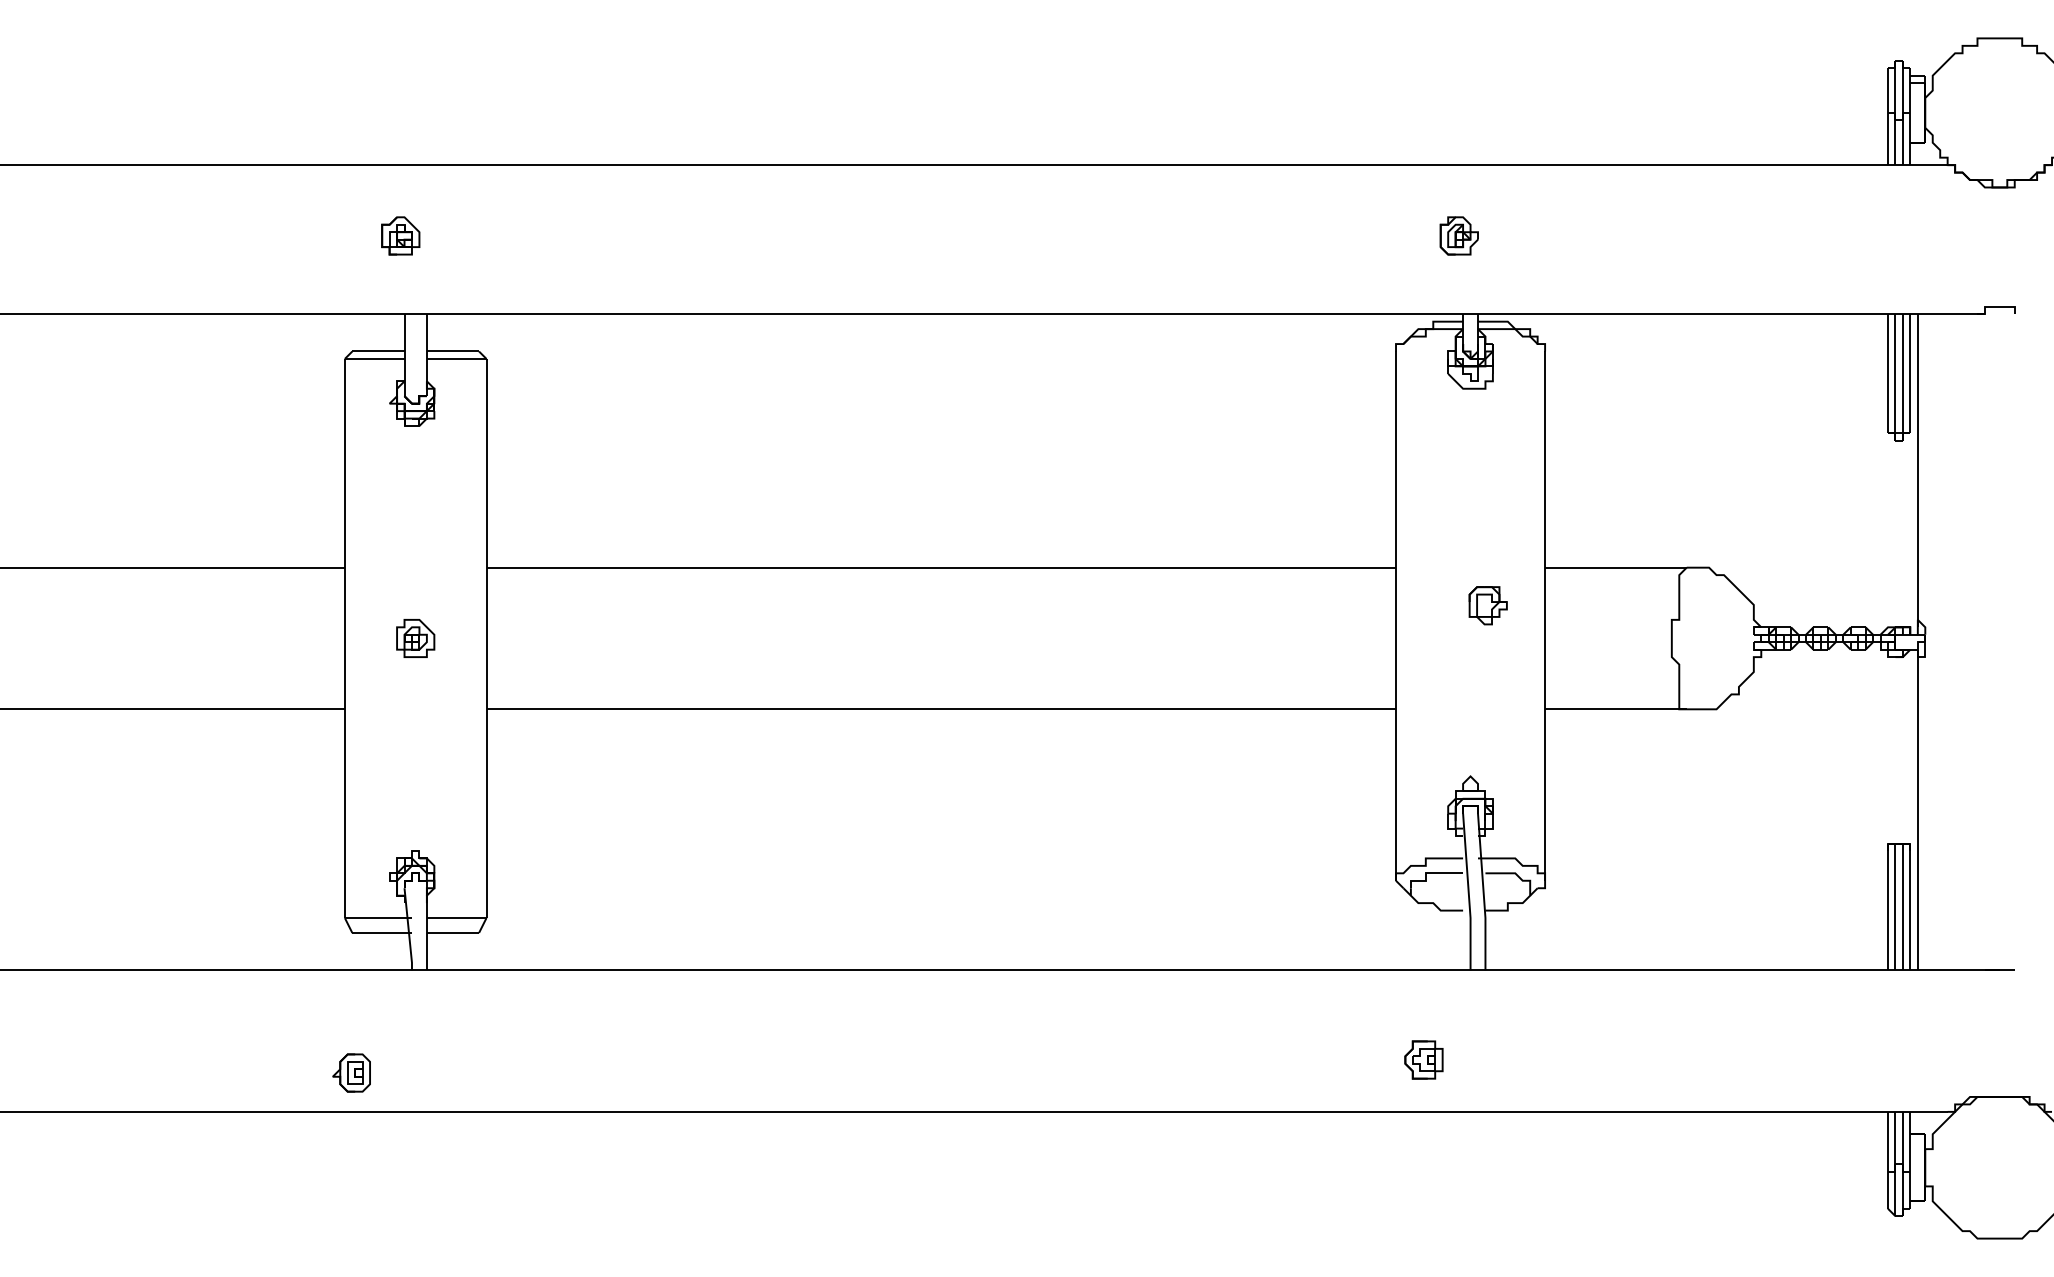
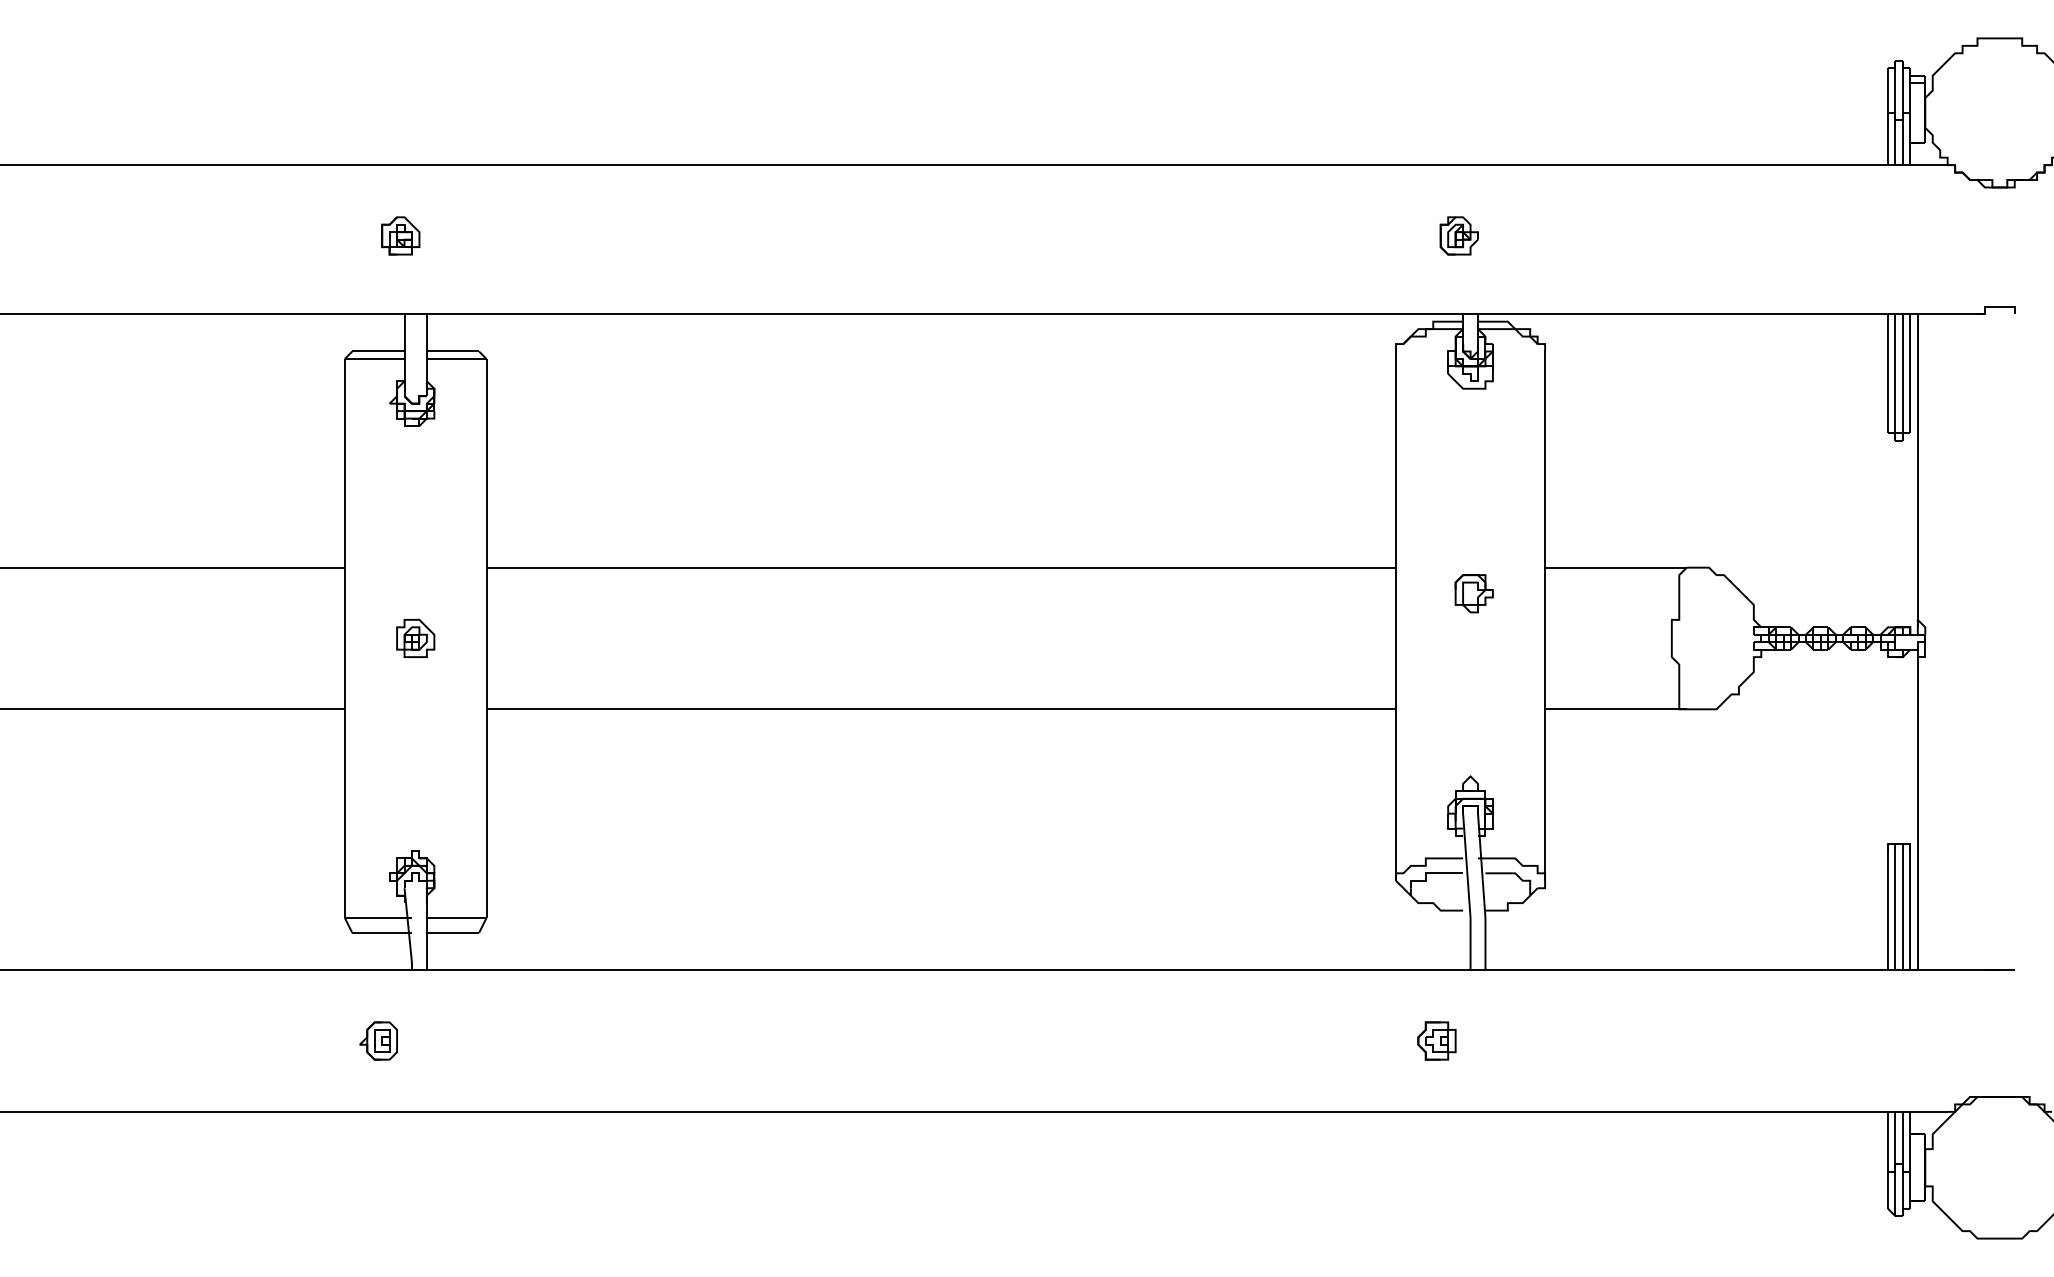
part at (1487, 605) position: (1487, 605) -> (1473, 593)
part at (1423, 1059) position: (1423, 1059) -> (1436, 1040)
part at (351, 1072) position: (351, 1072) -> (378, 1040)
